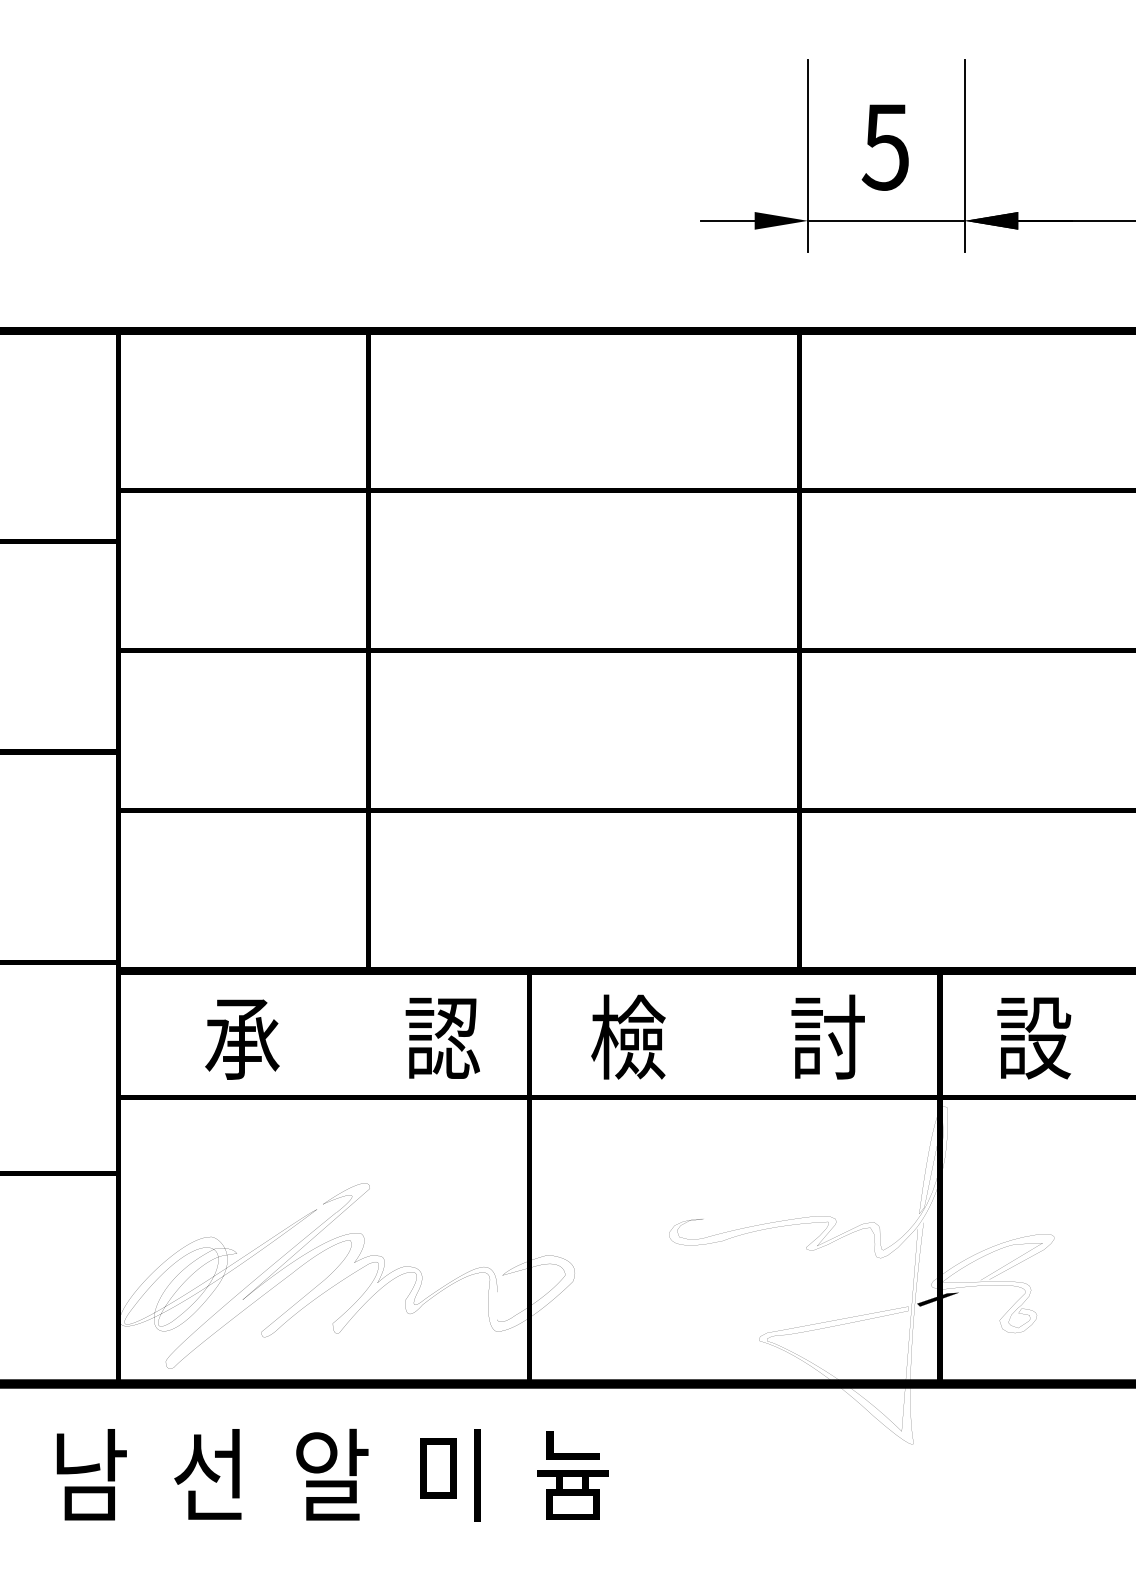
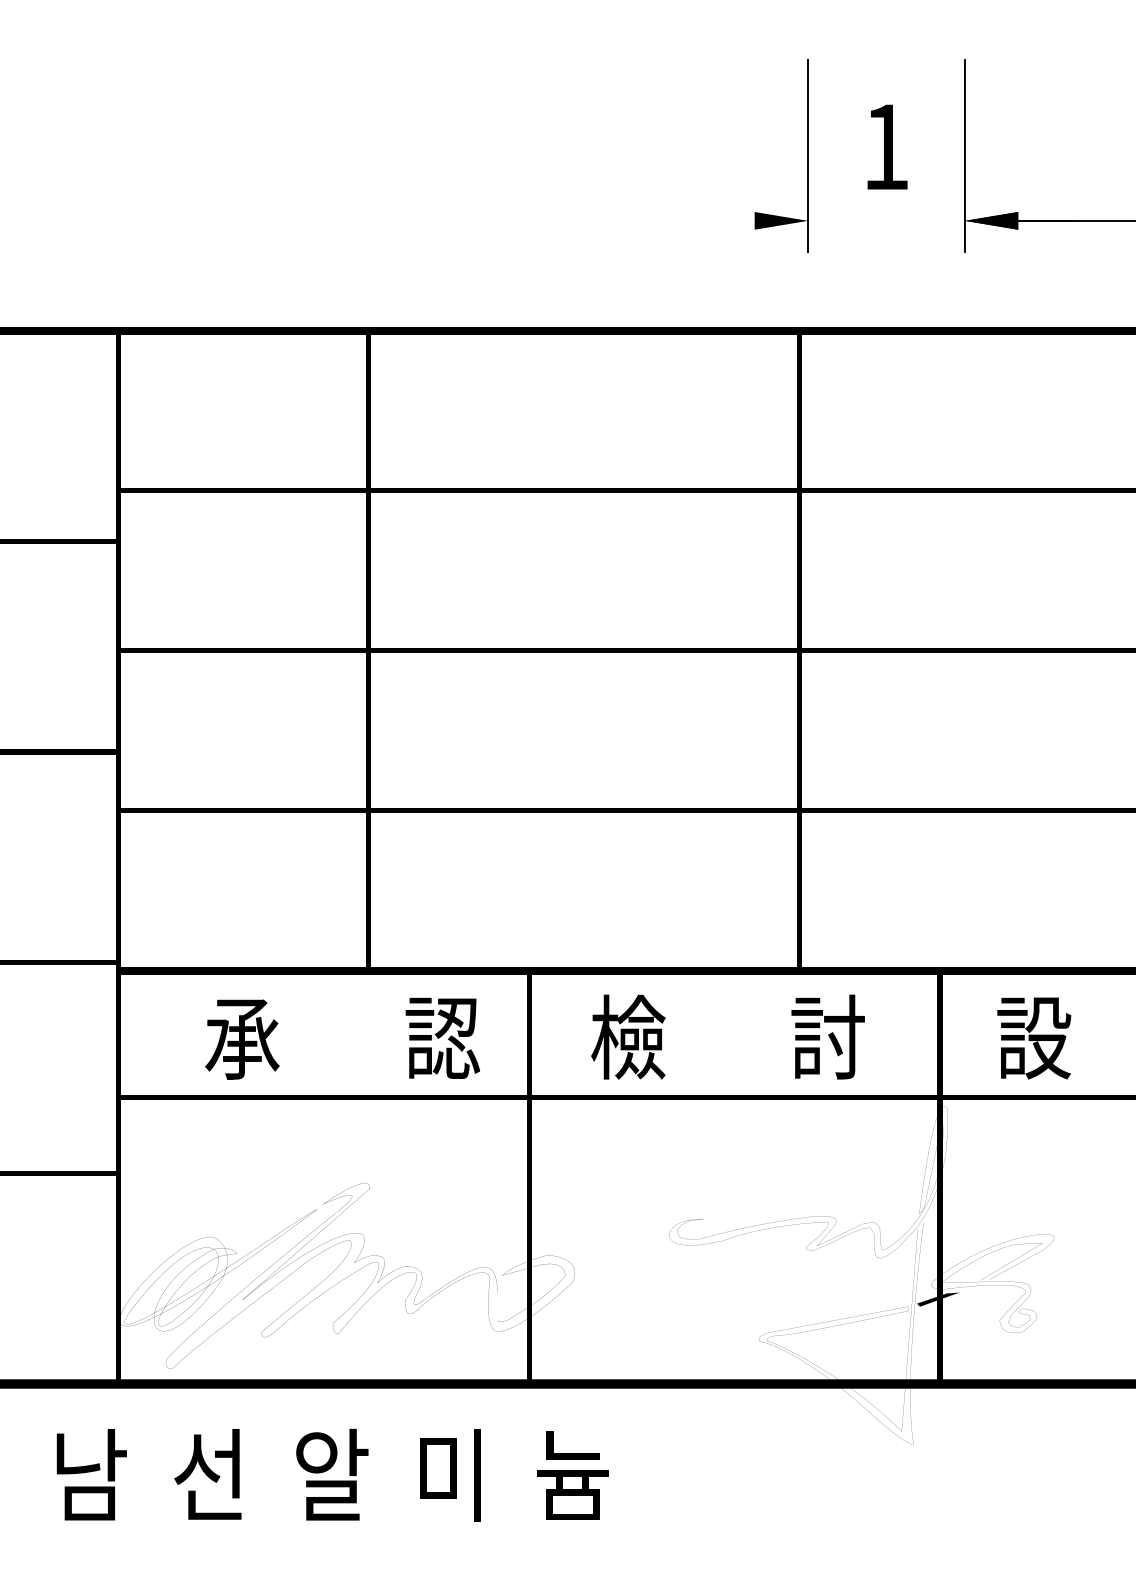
text at (884, 147): 5 -> 1
line at (727, 220): present -> none
line at (886, 220): present -> none
